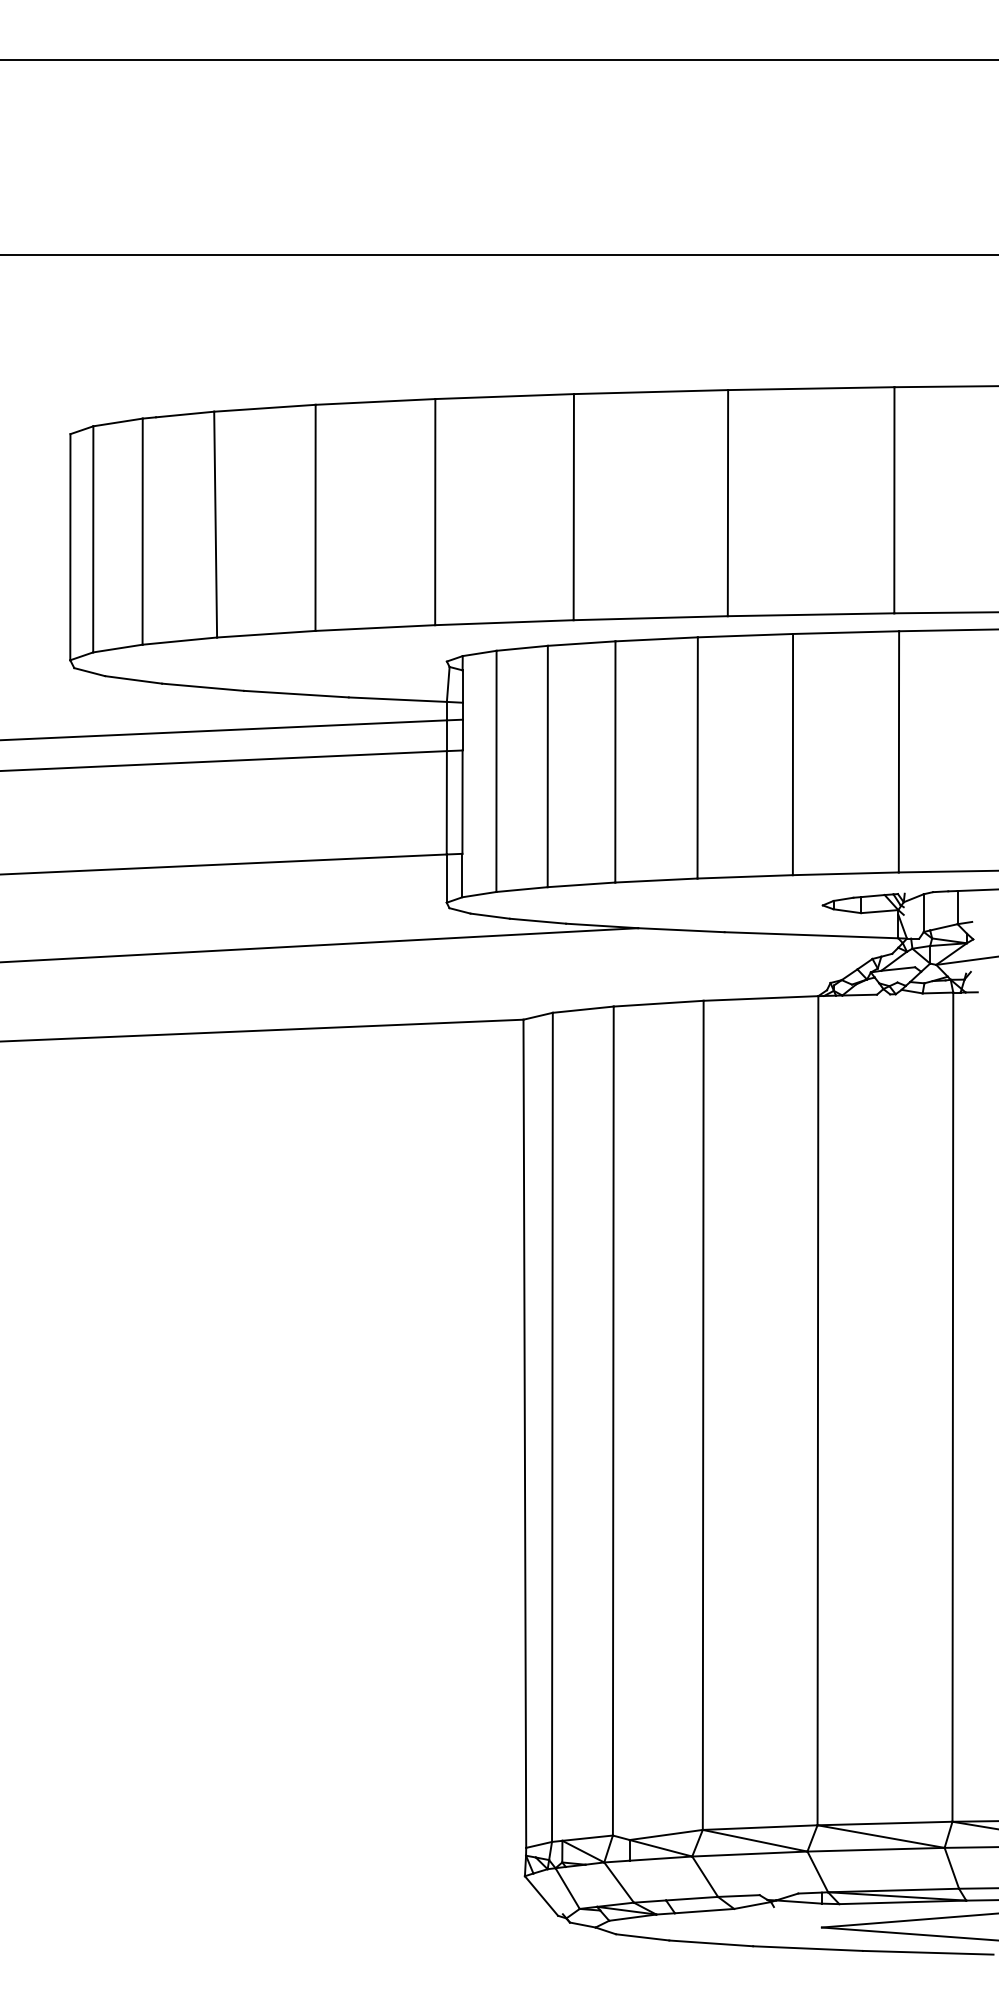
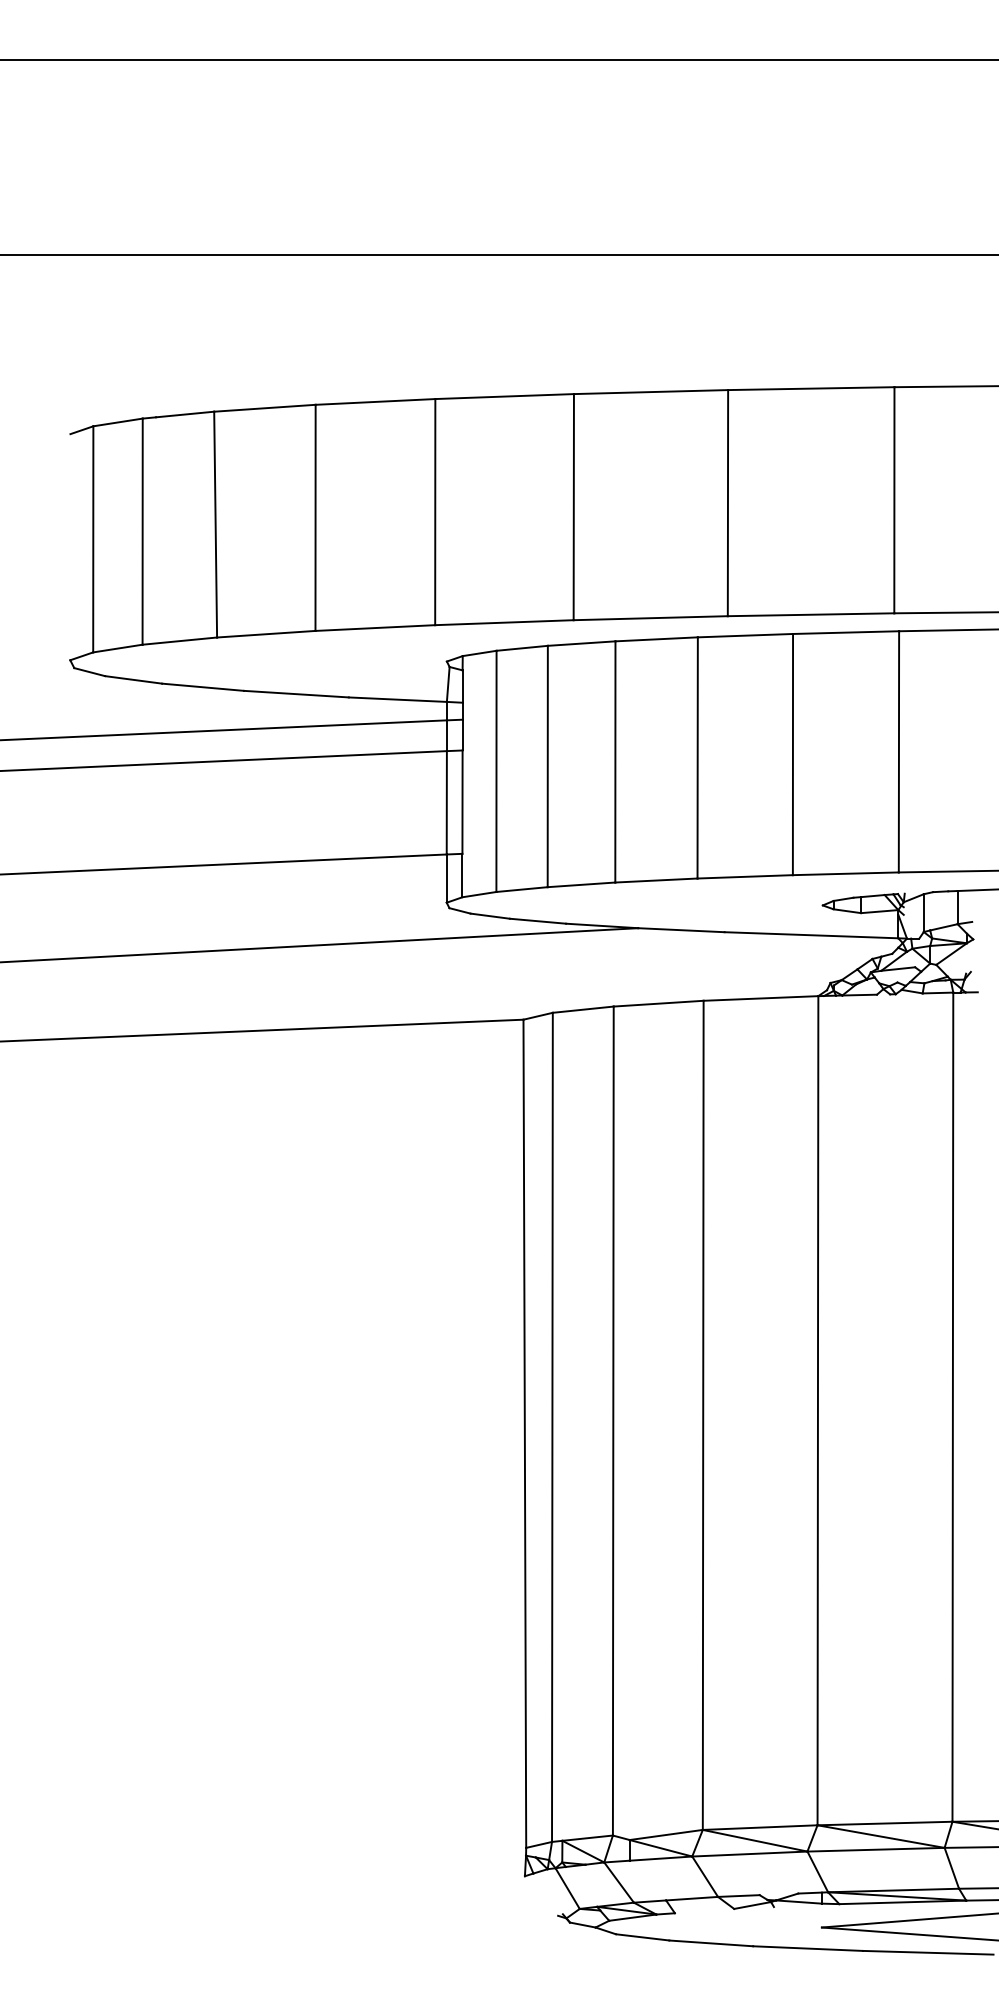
line at (70, 547): present -> none
line at (965, 960): present -> none
line at (541, 1895): present -> none
line at (704, 1910): present -> none
